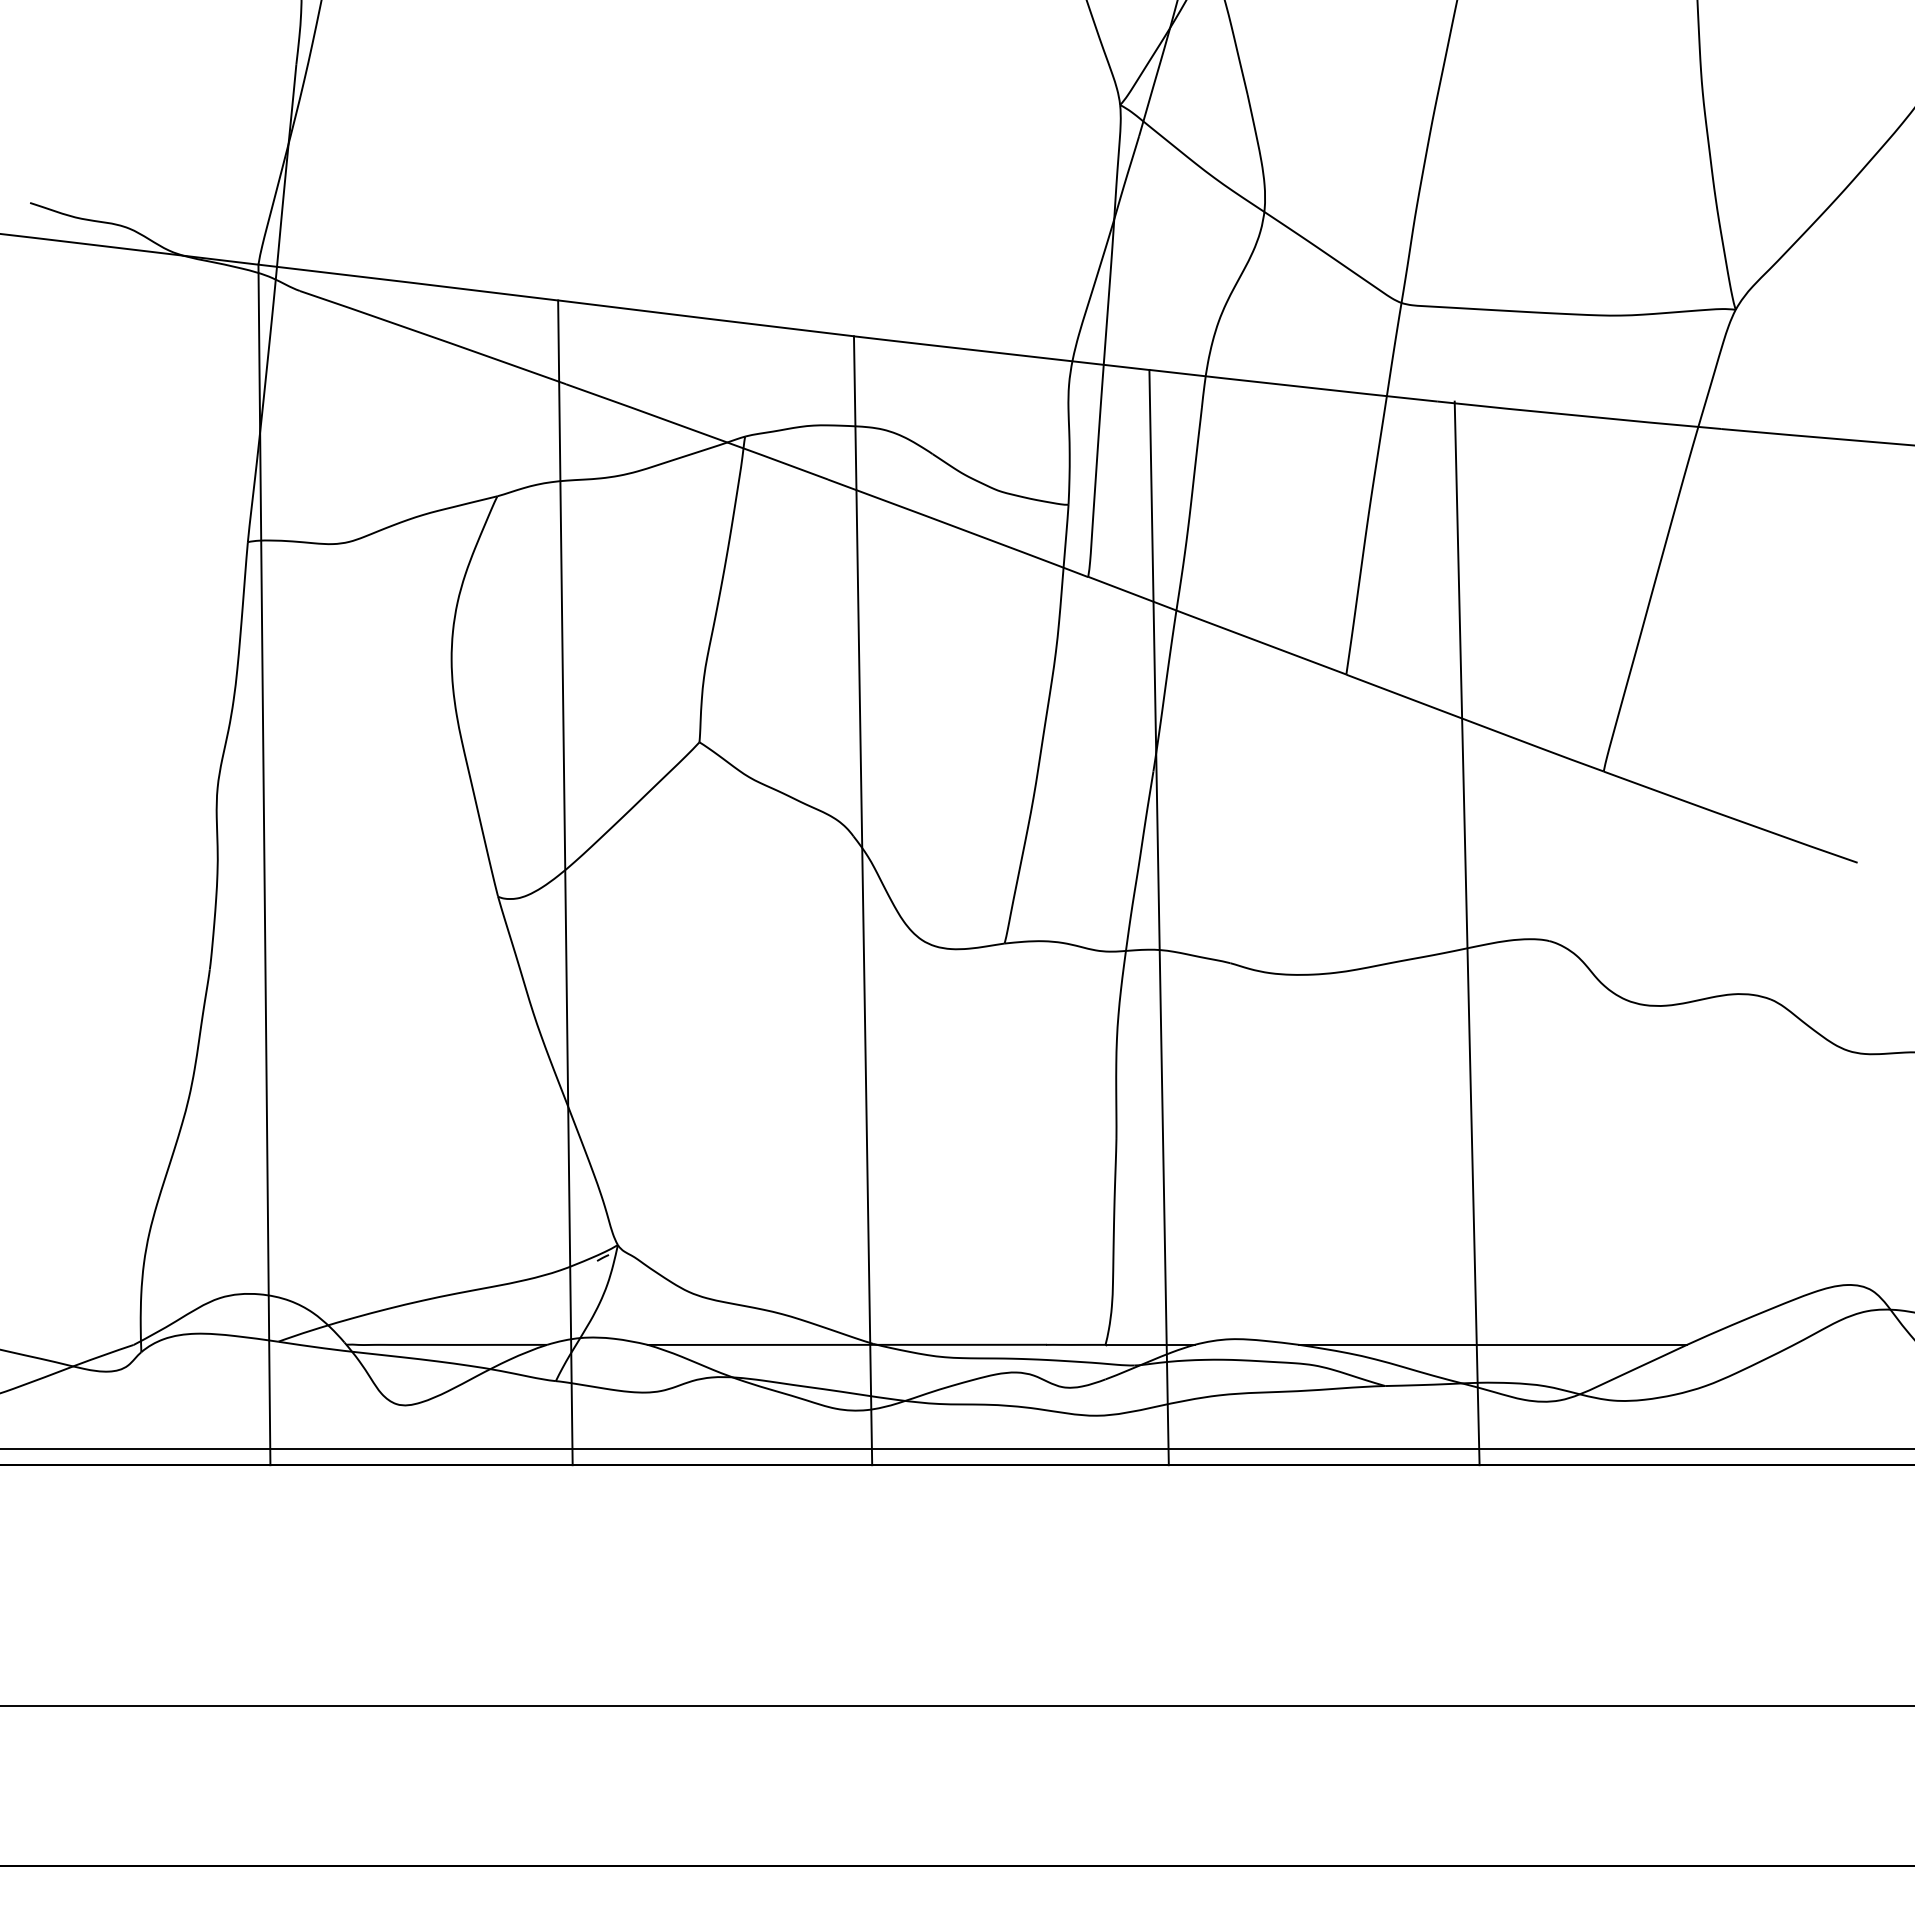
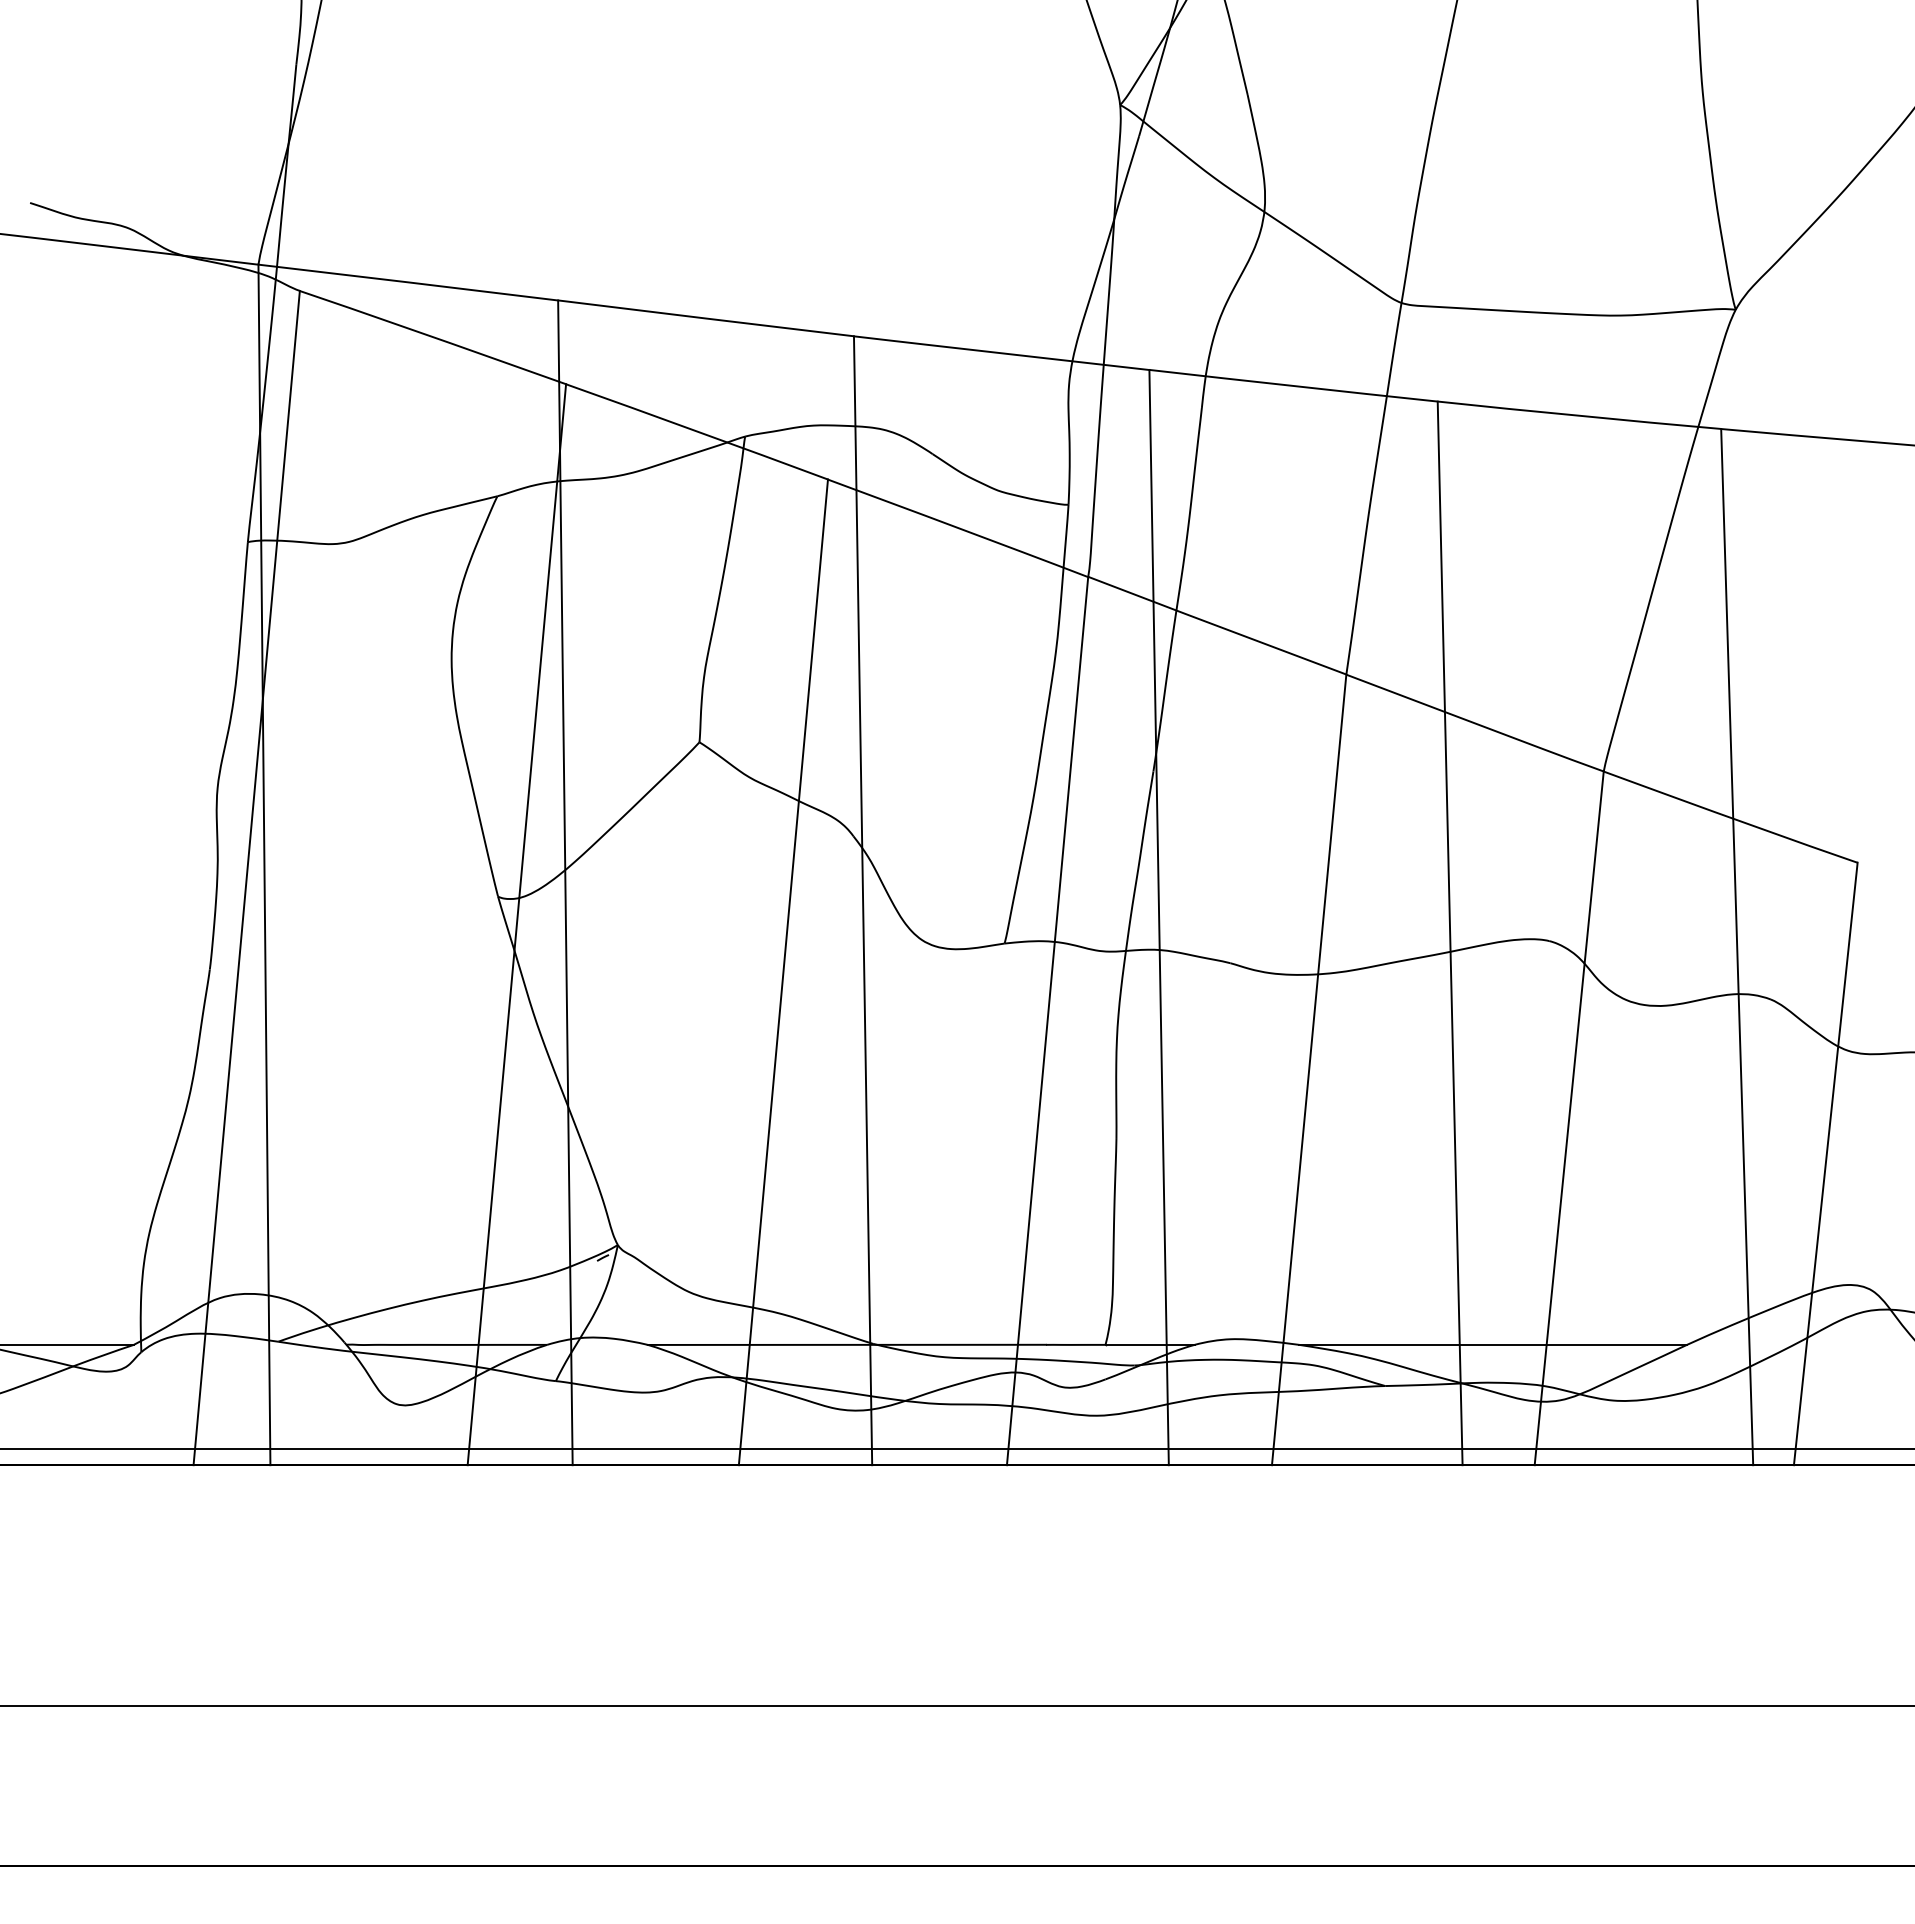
line at (246, 877): none -> present
line at (516, 924): none -> present
line at (1466, 933) position: (1466, 933) -> (1449, 933)
line at (1737, 947): none -> present
line at (782, 972): none -> present
line at (1047, 1020): none -> present
line at (1308, 1069): none -> present
line at (1568, 1118): none -> present
line at (1825, 1163): none -> present
line at (67, 1344): none -> present
